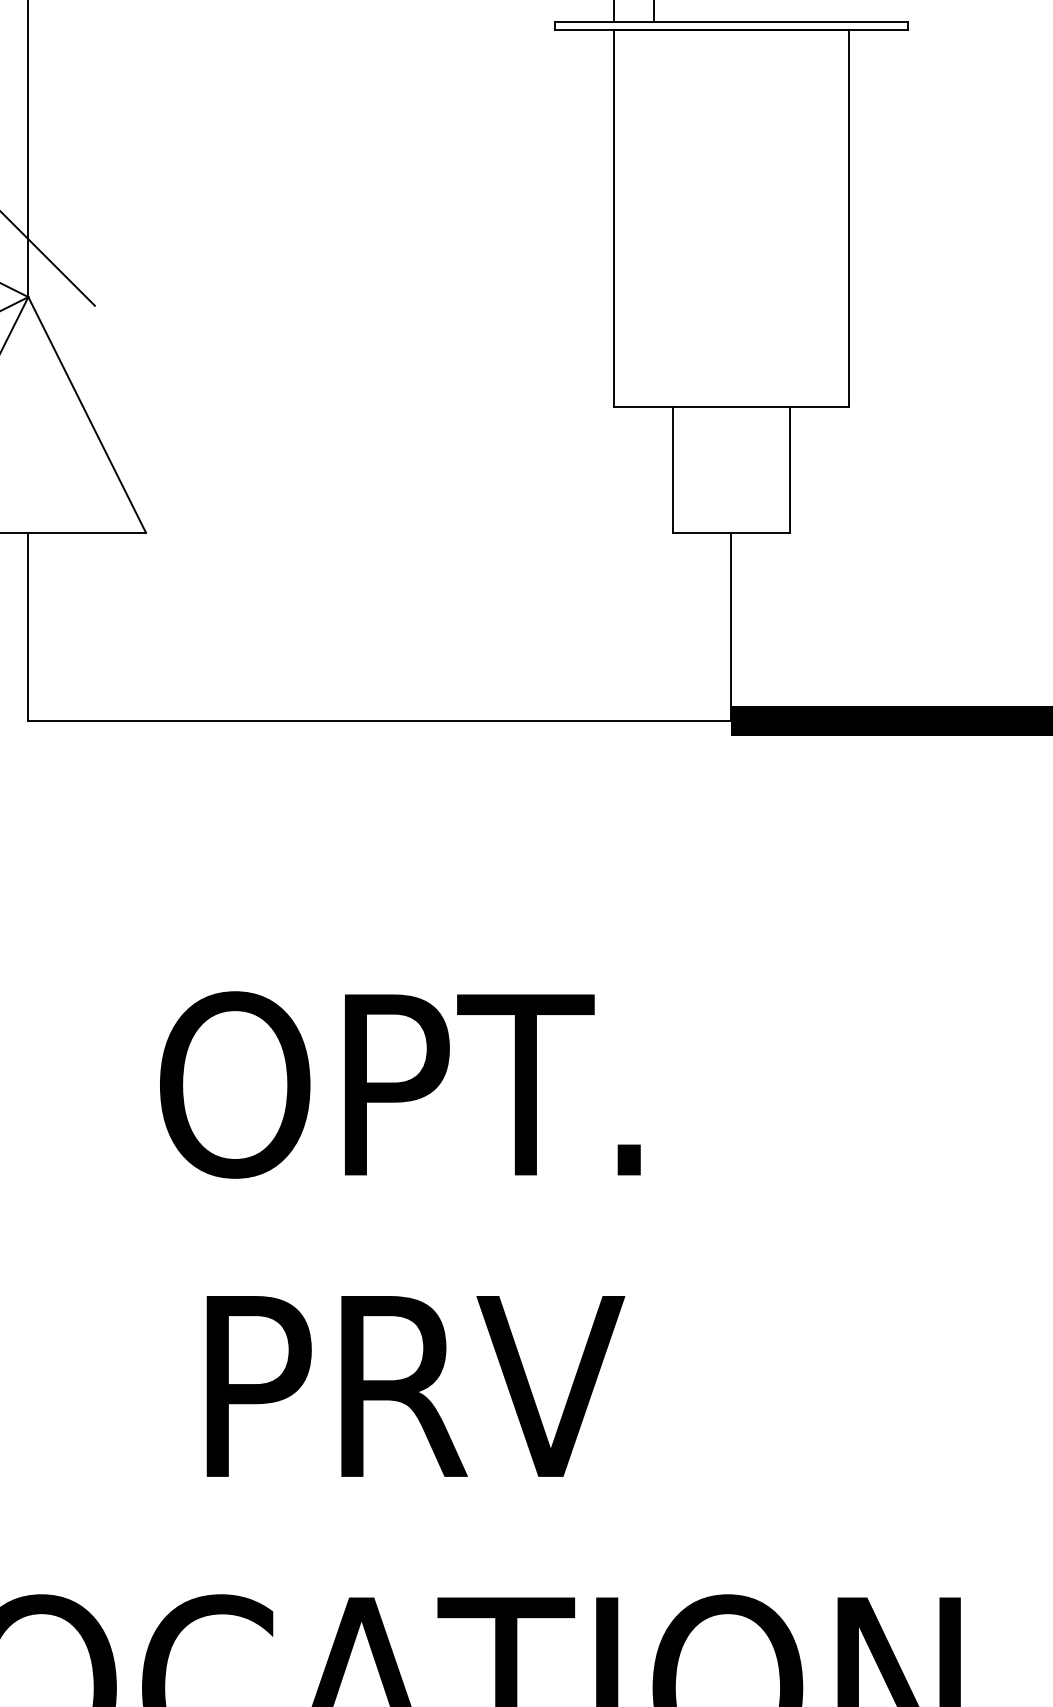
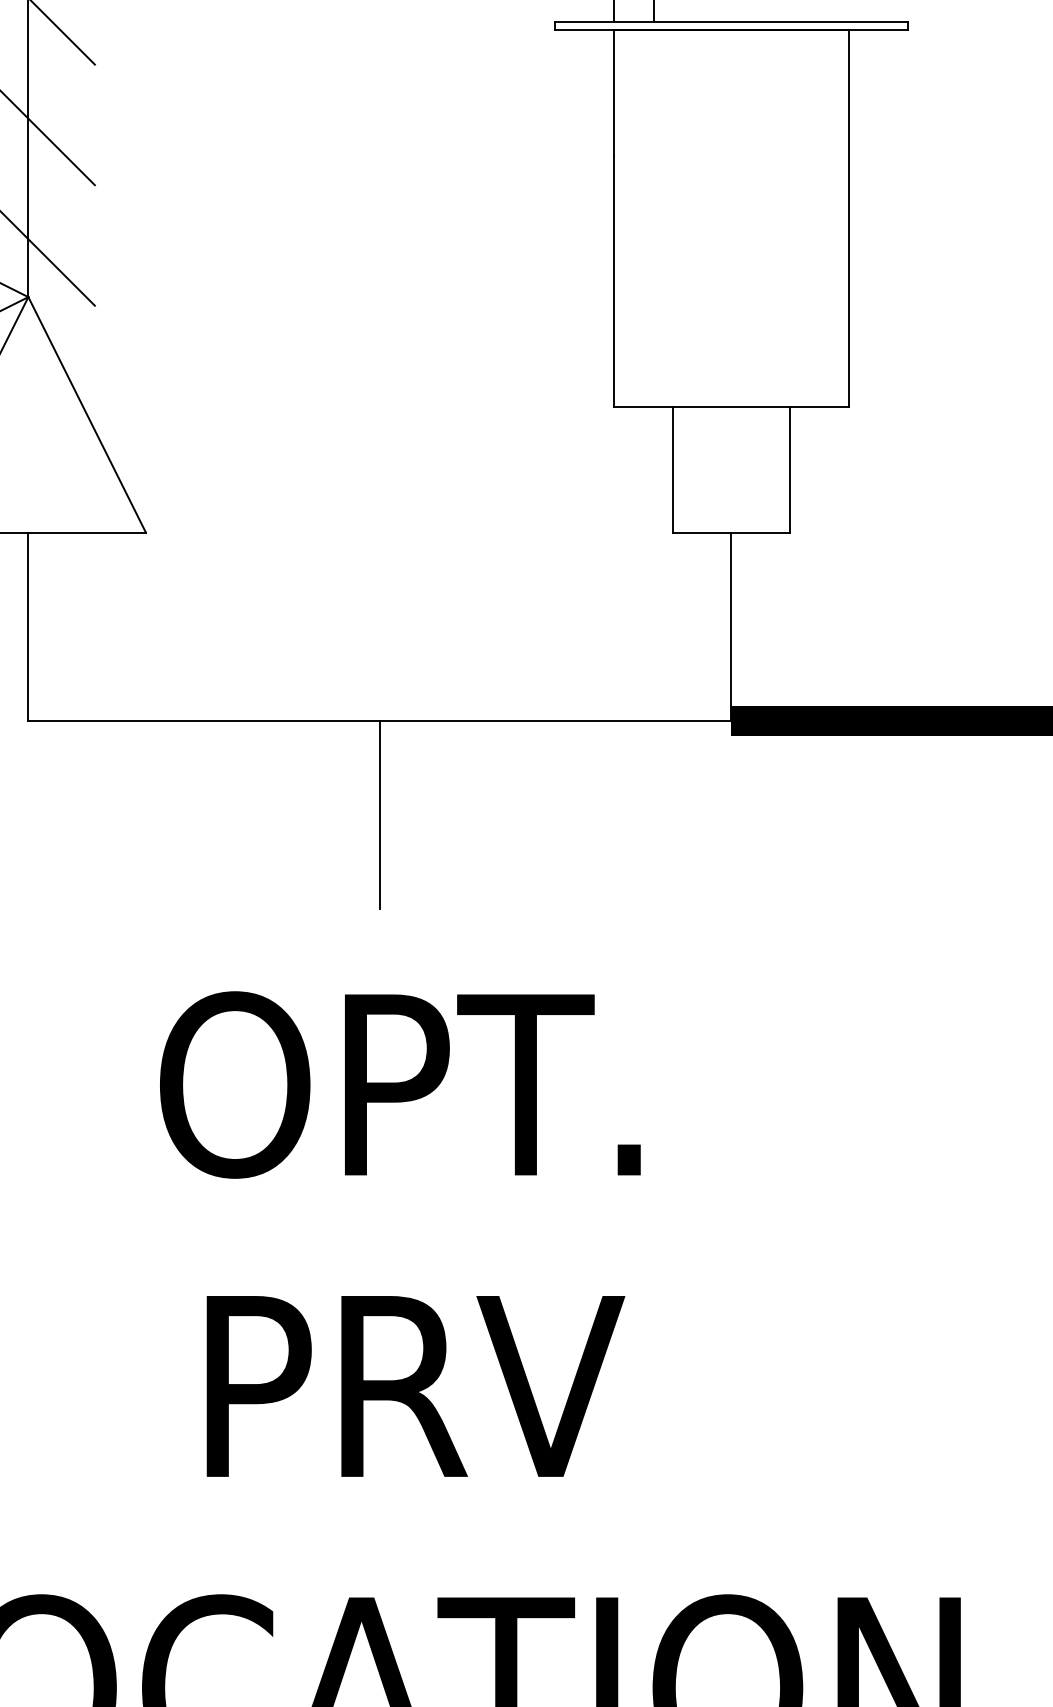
line at (63, 33): none -> present
line at (48, 138): none -> present
line at (379, 814): none -> present
